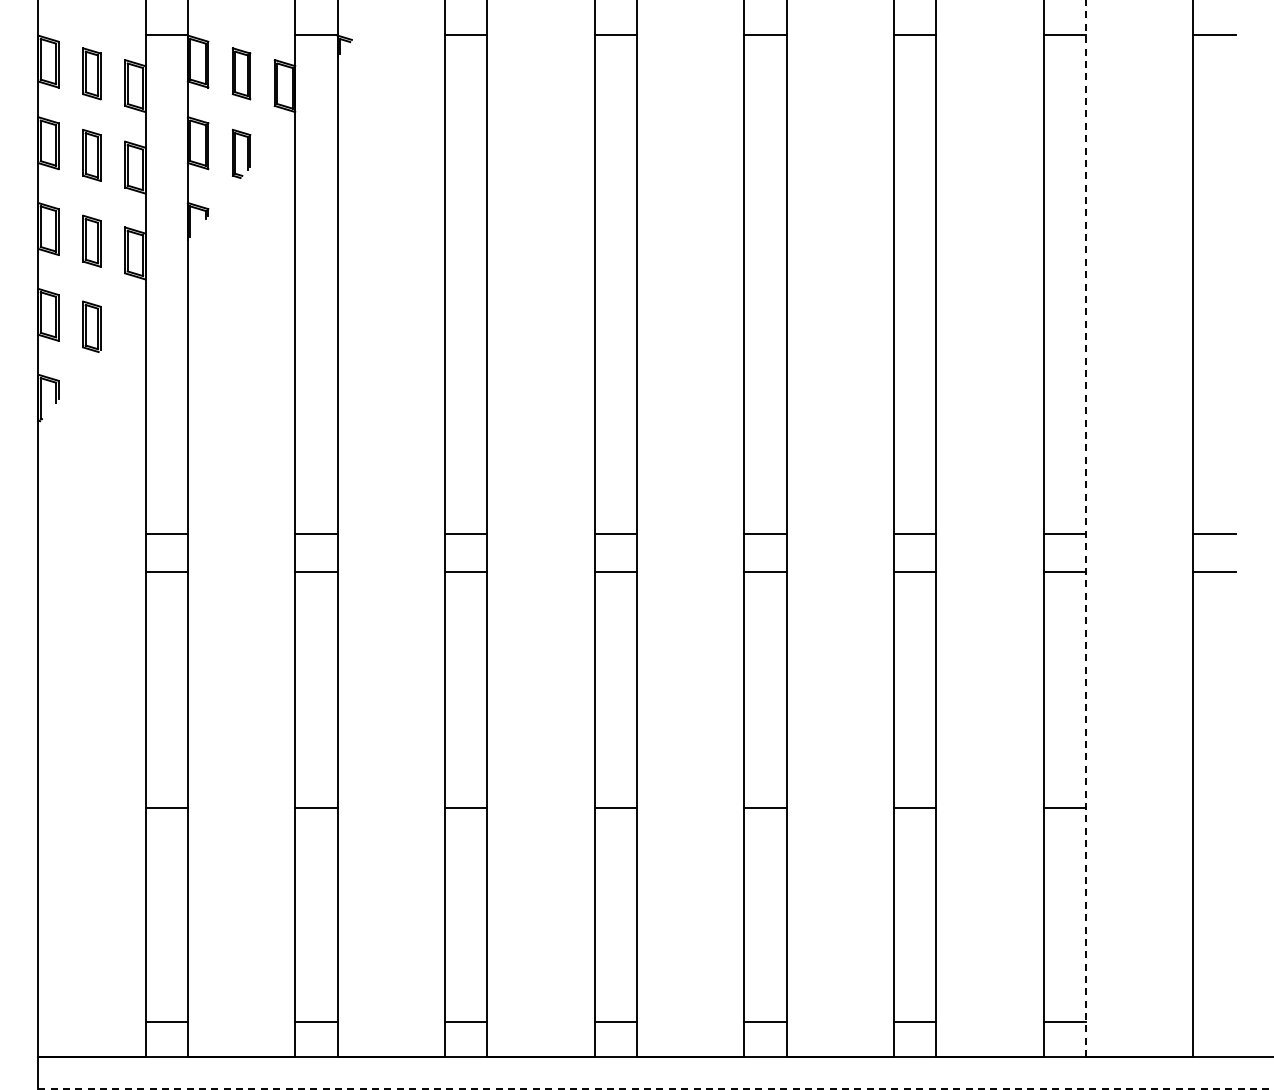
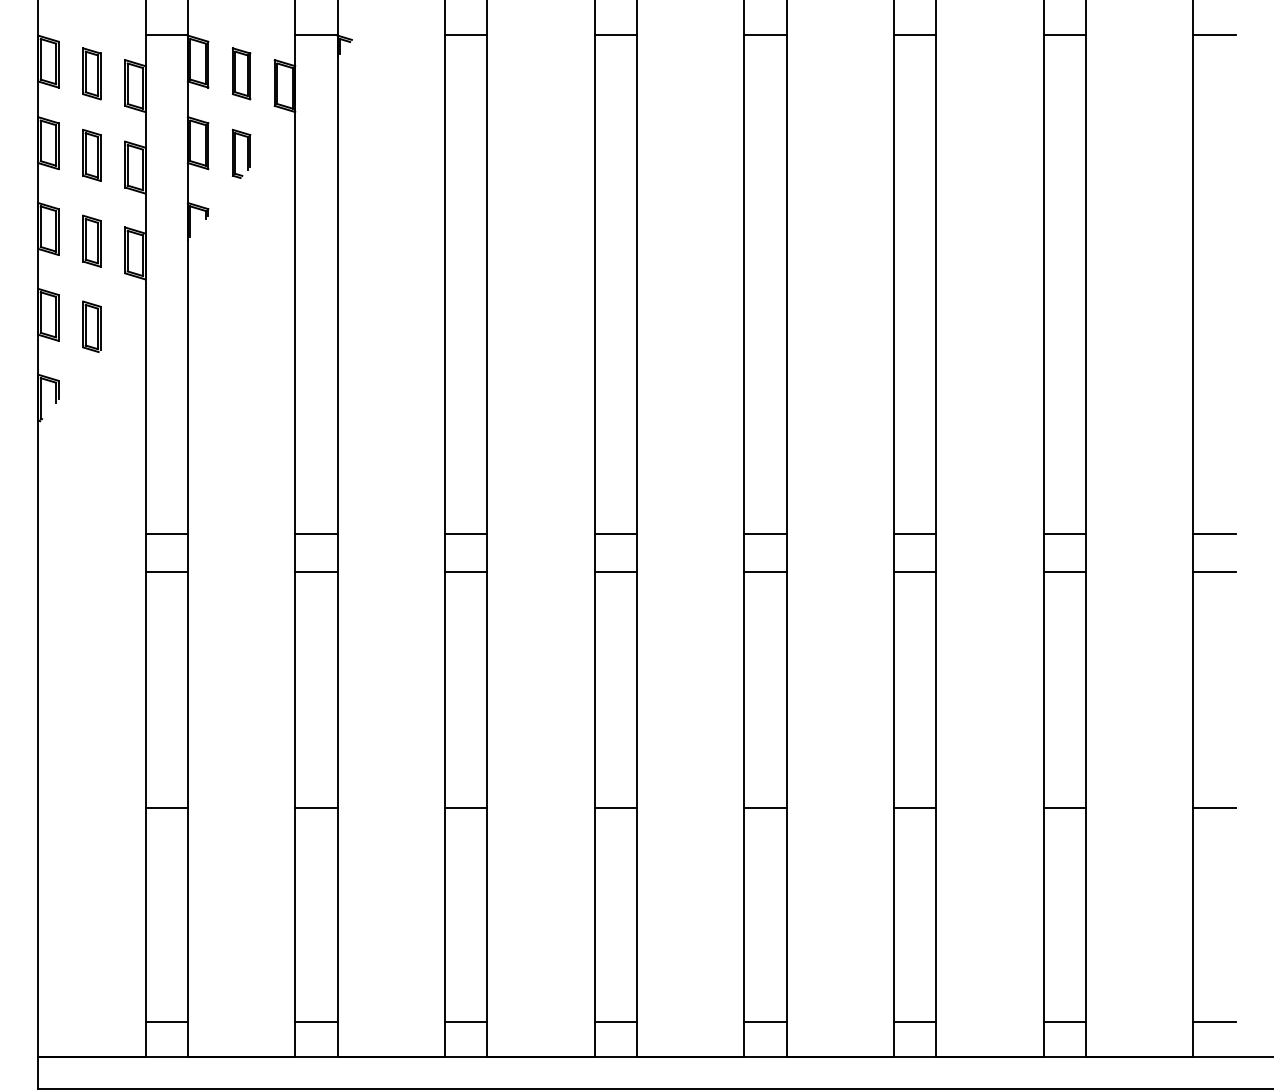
line at (1086, 528): dashed -> solid
line at (1214, 807): none -> present
line at (1214, 1022): none -> present
line at (656, 1089): dashed -> solid
